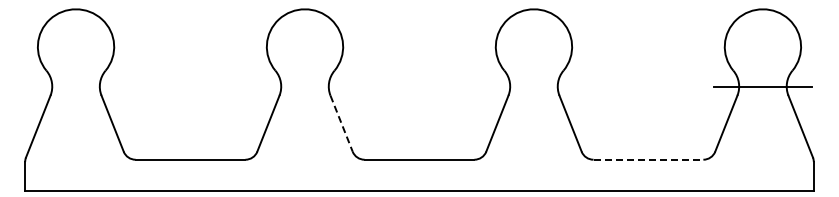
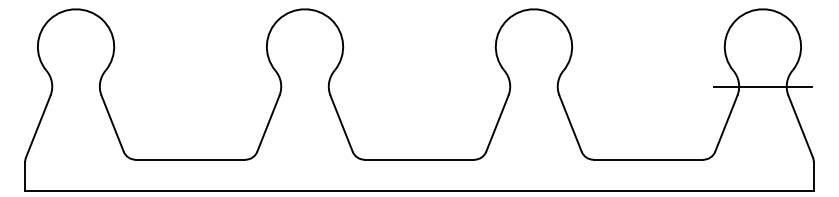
line at (341, 124): dashed -> solid
line at (648, 159): dashed -> solid
